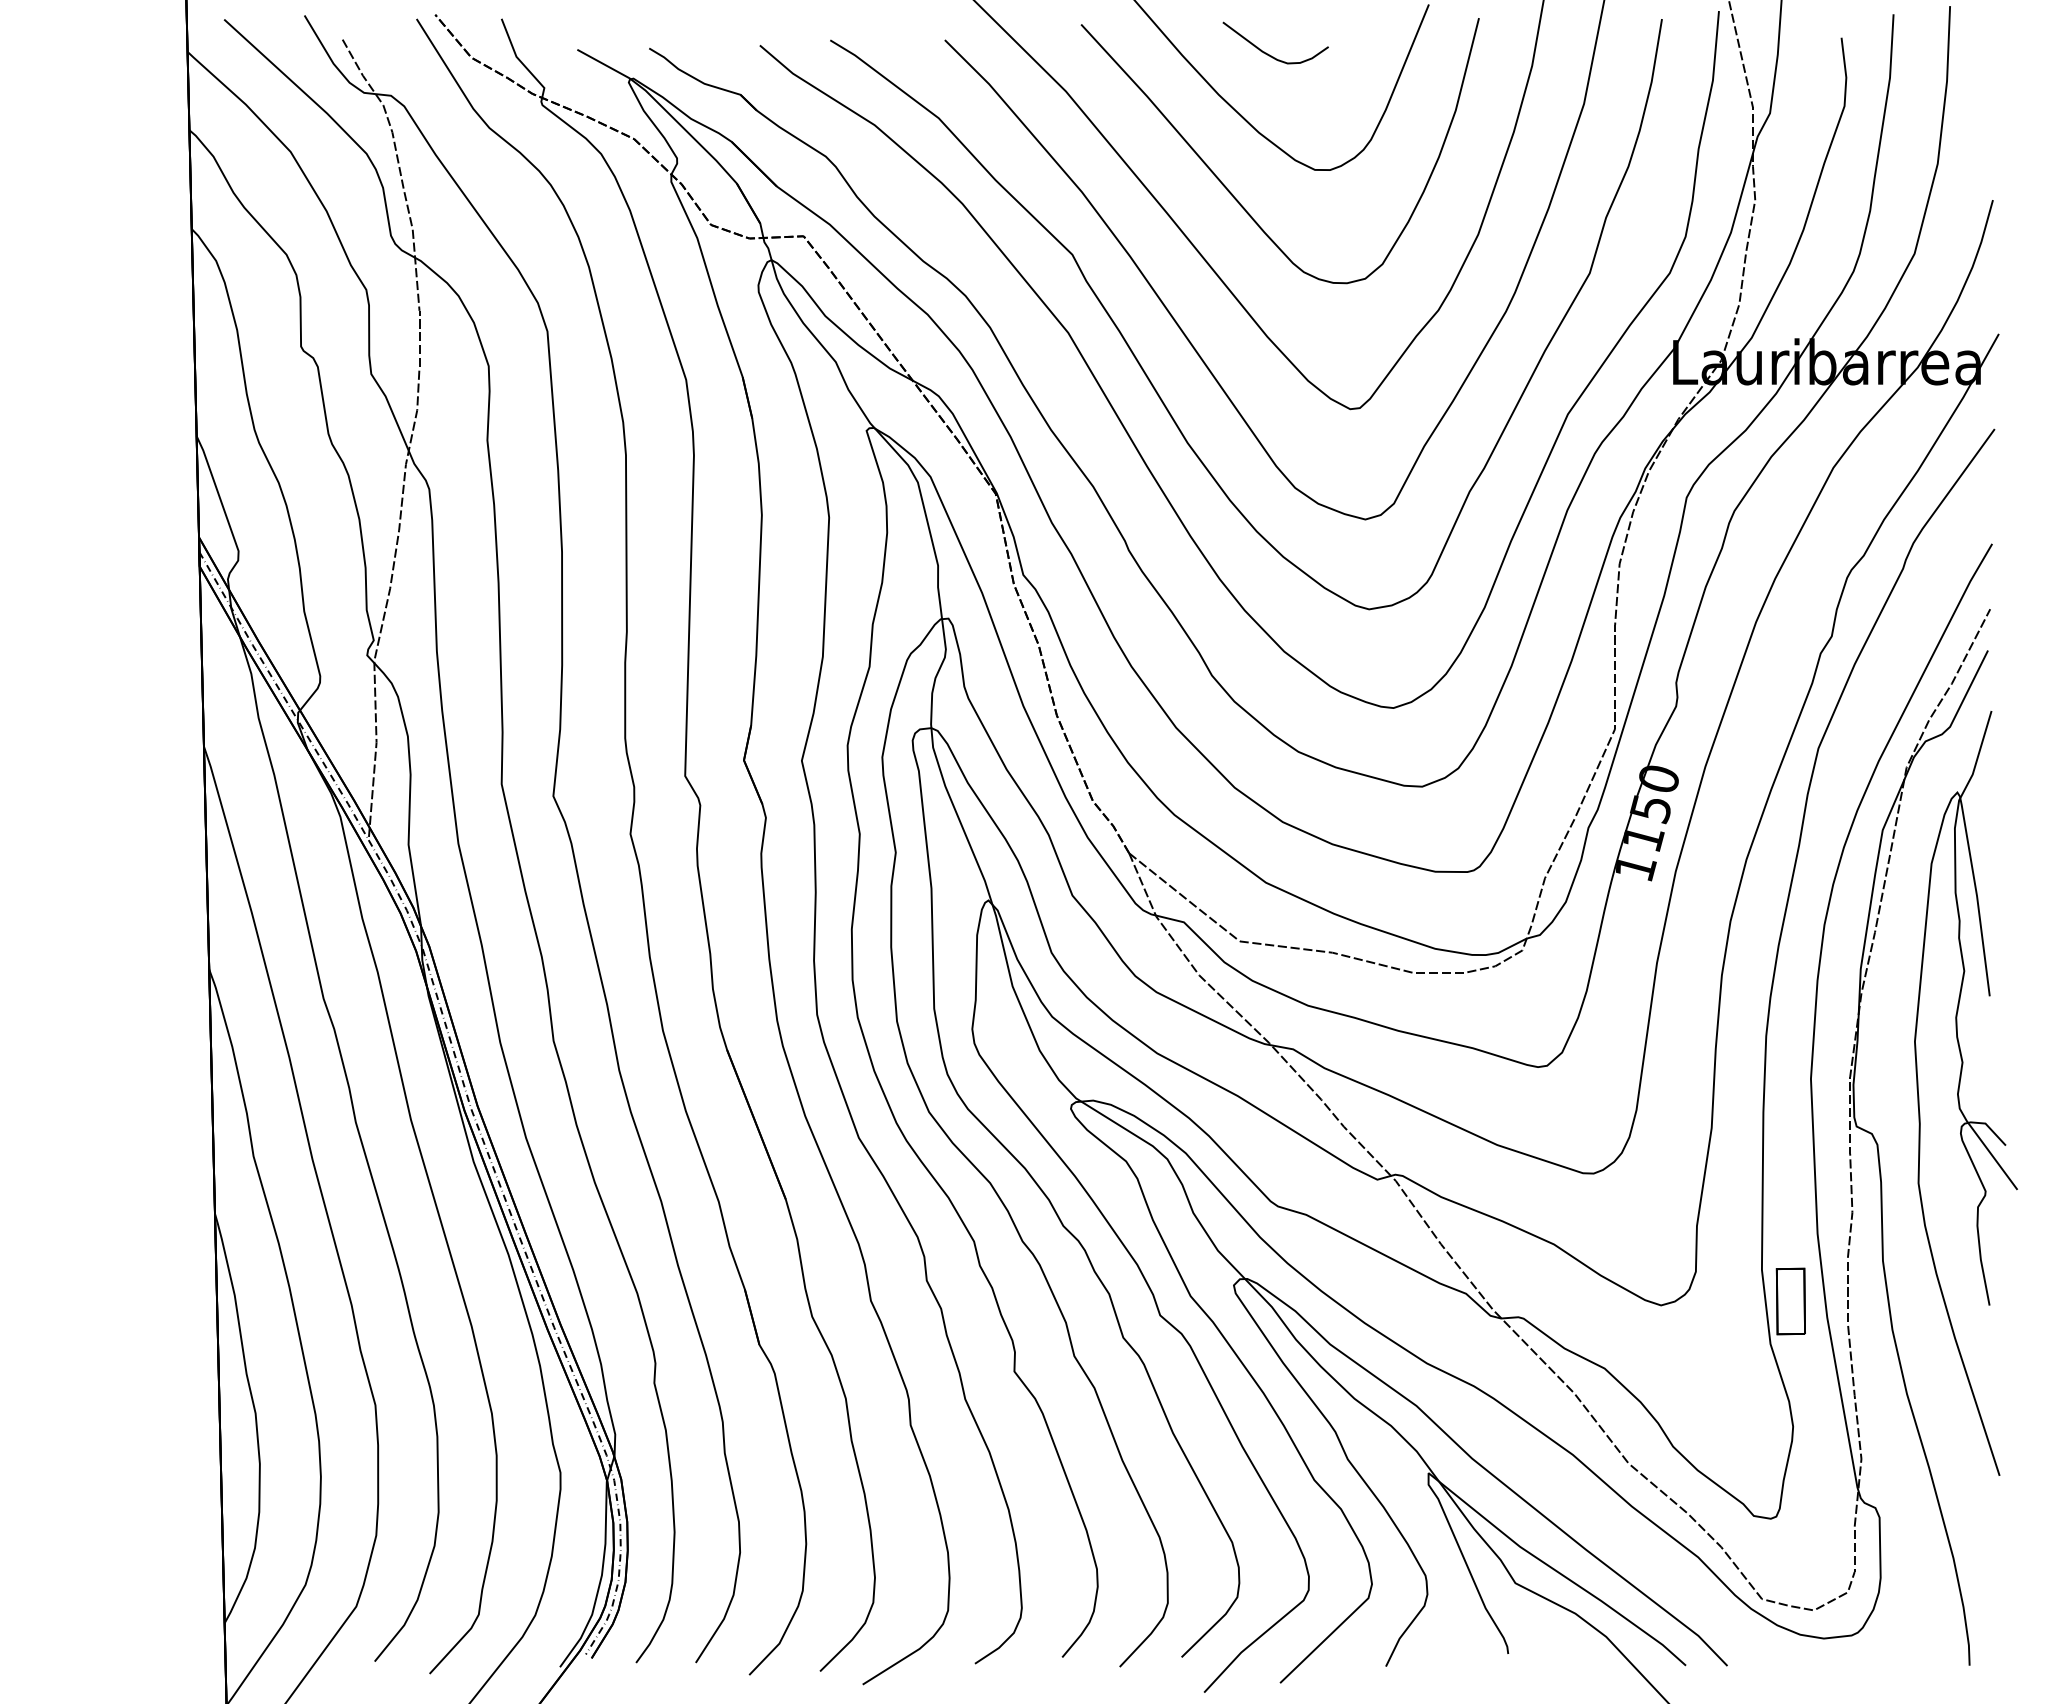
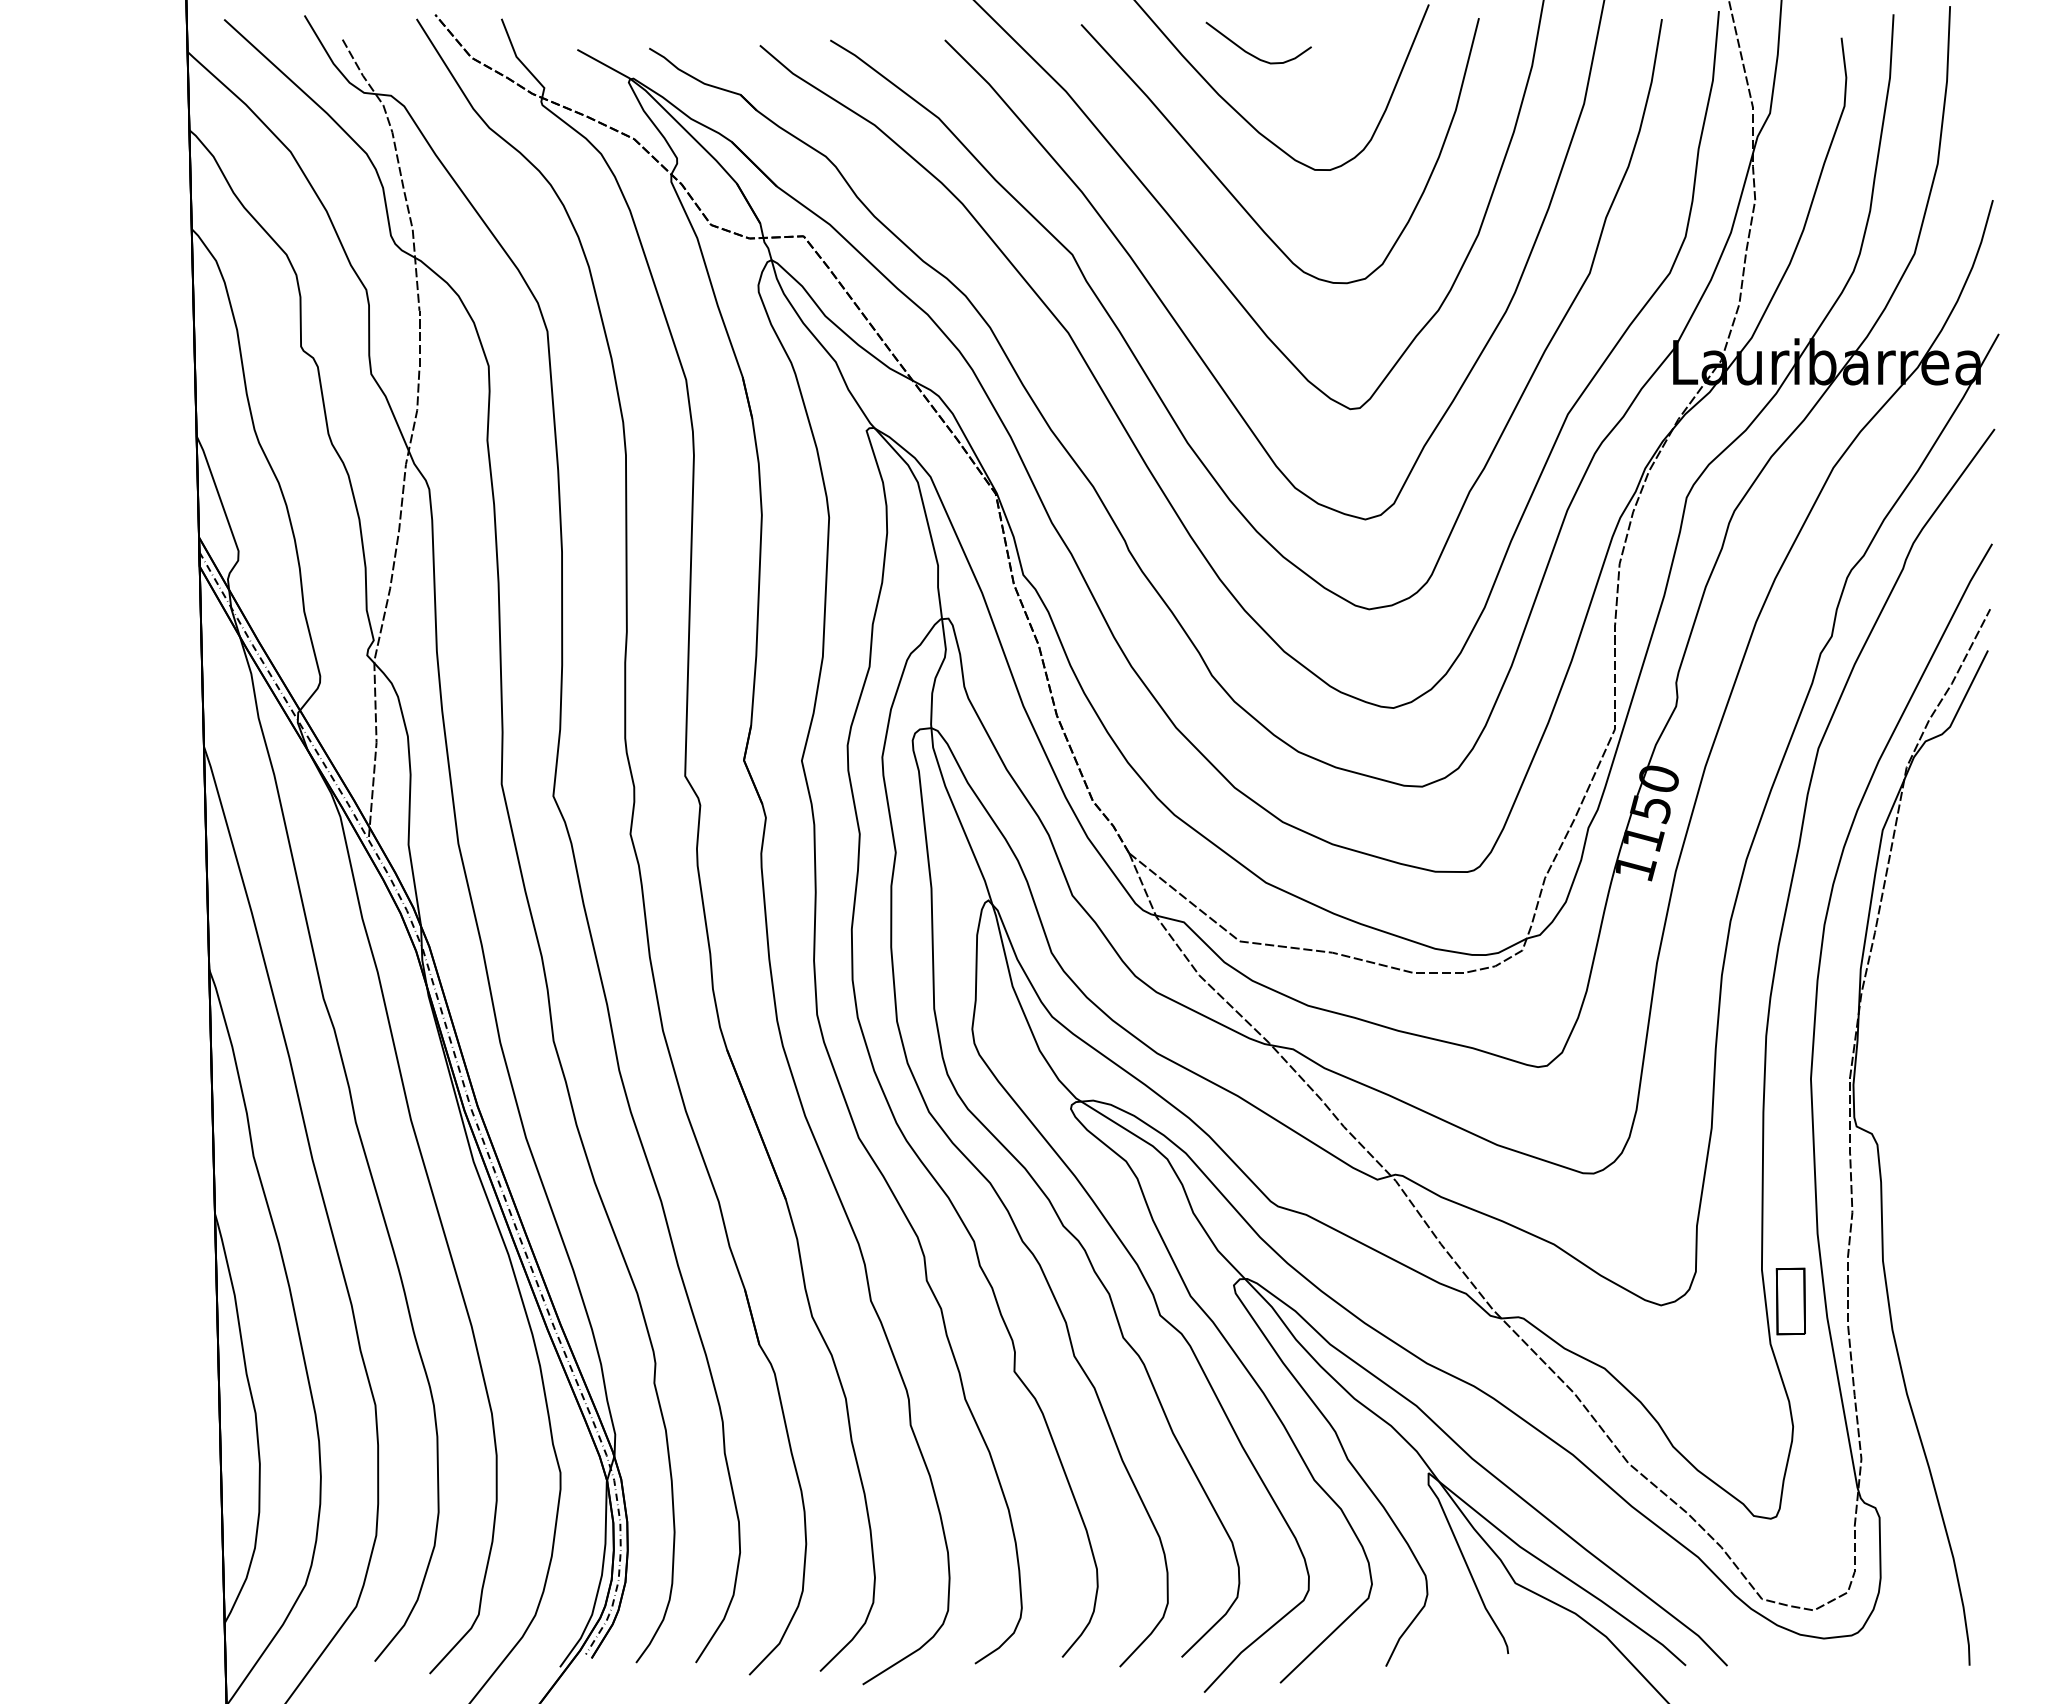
curve at (1268, 53) position: (1268, 53) -> (1251, 53)
part at (1959, 1092): present -> none
